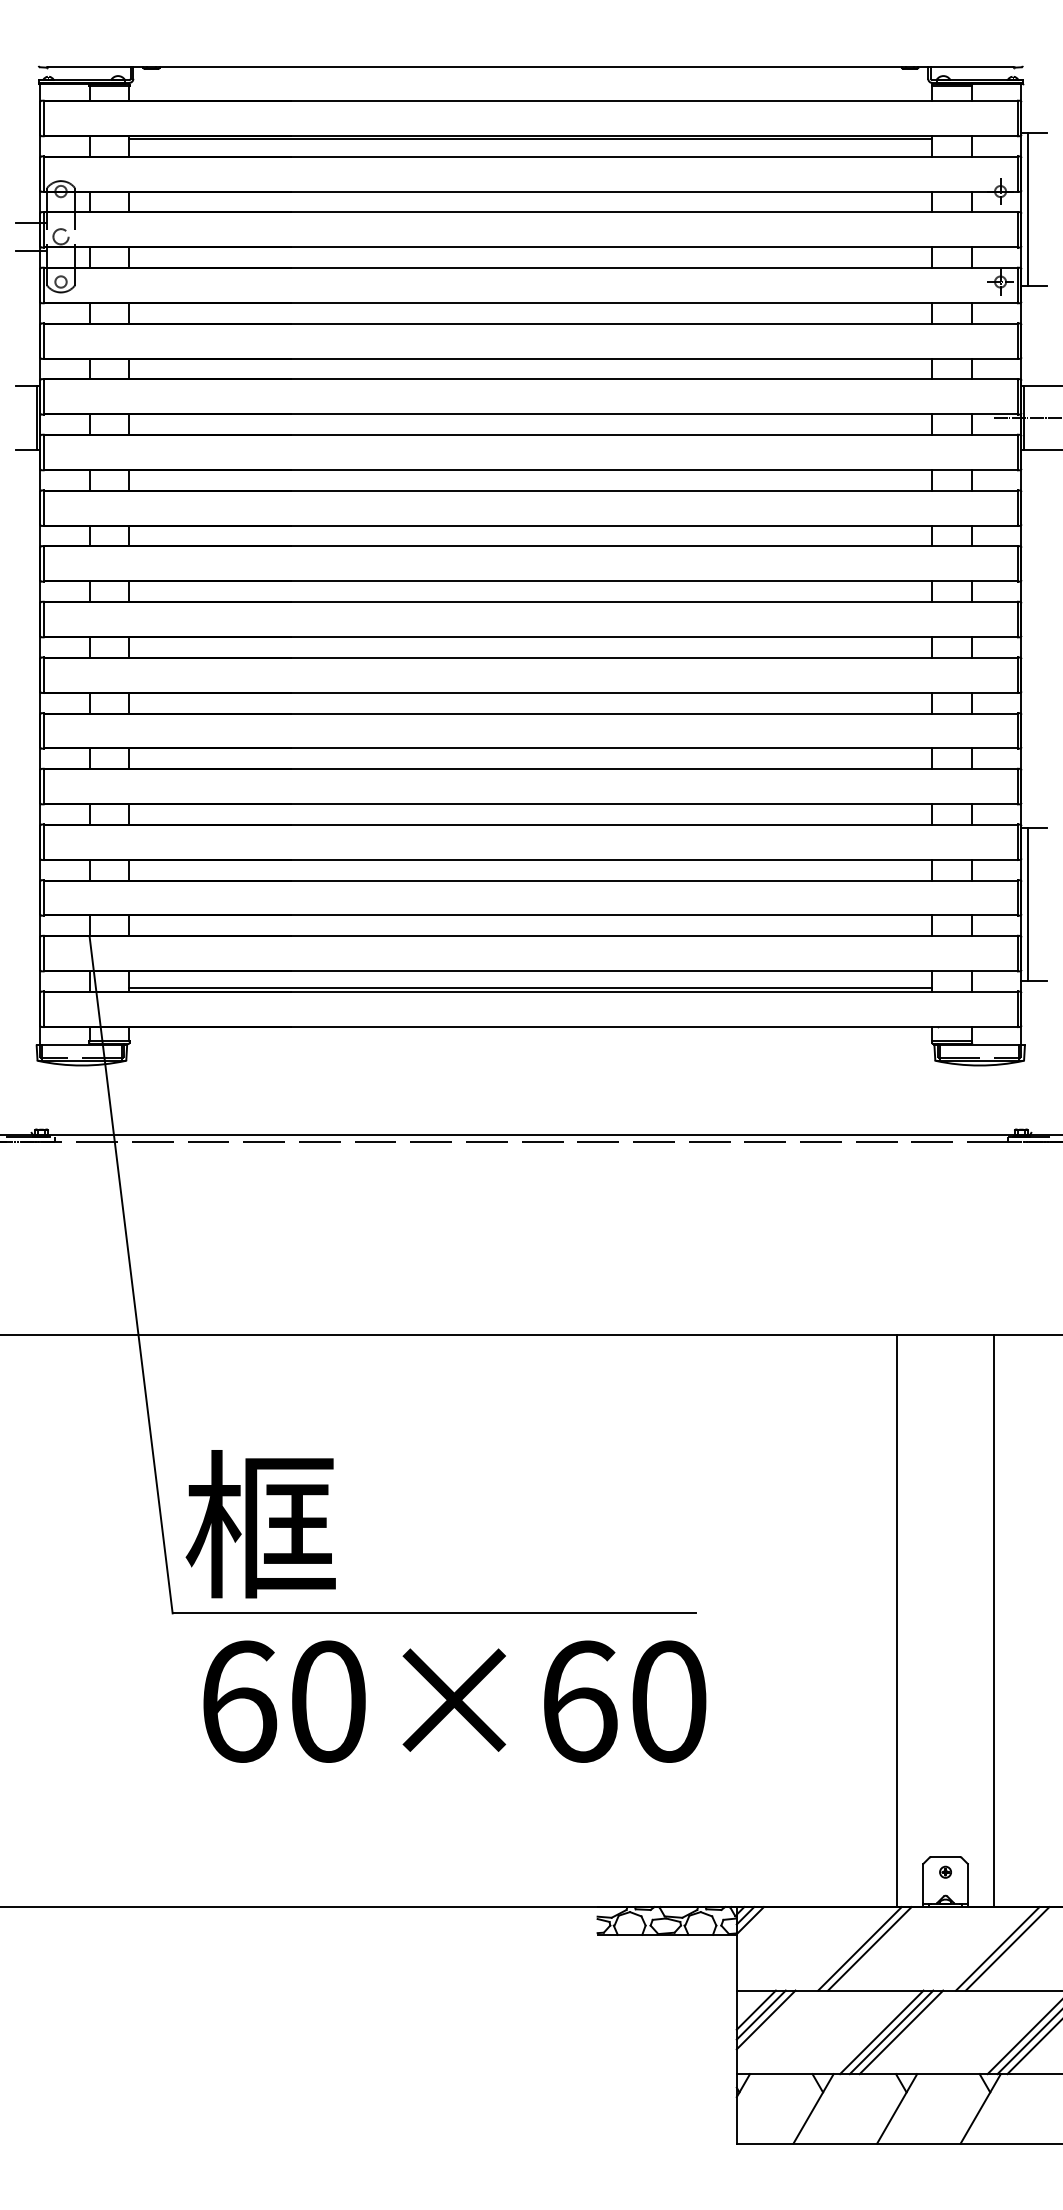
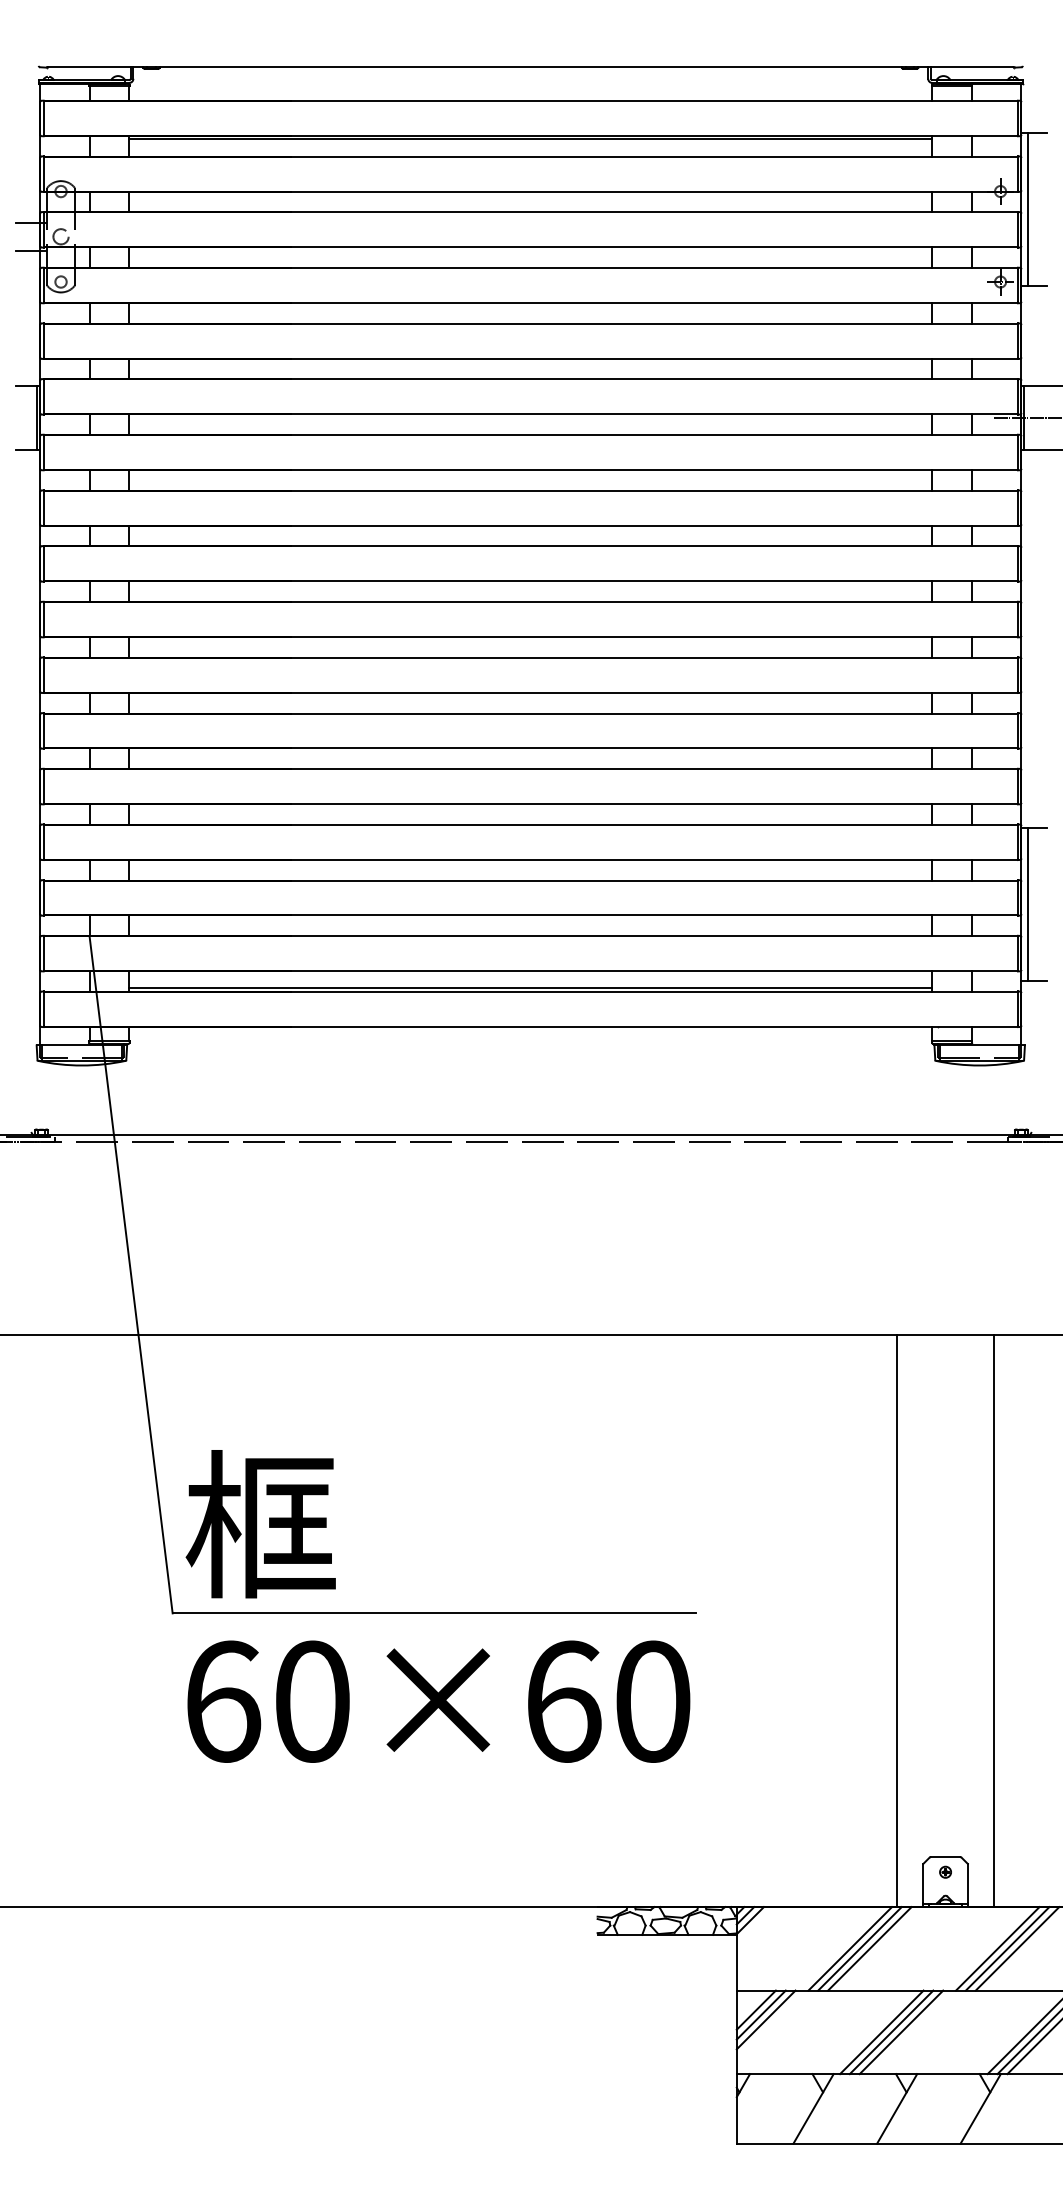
text at (454, 1701) position: (454, 1701) -> (438, 1701)
line at (850, 1948): none -> present
line at (1017, 1948): none -> present
